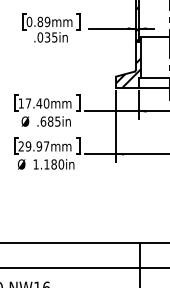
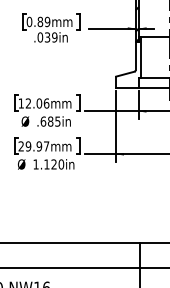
text at (54, 37): .035in -> .039in
hatch at (128, 61): present -> none
text at (37, 103): 17.40mm -> 12.06mm
text at (53, 164): 1.180in -> 1.120in
